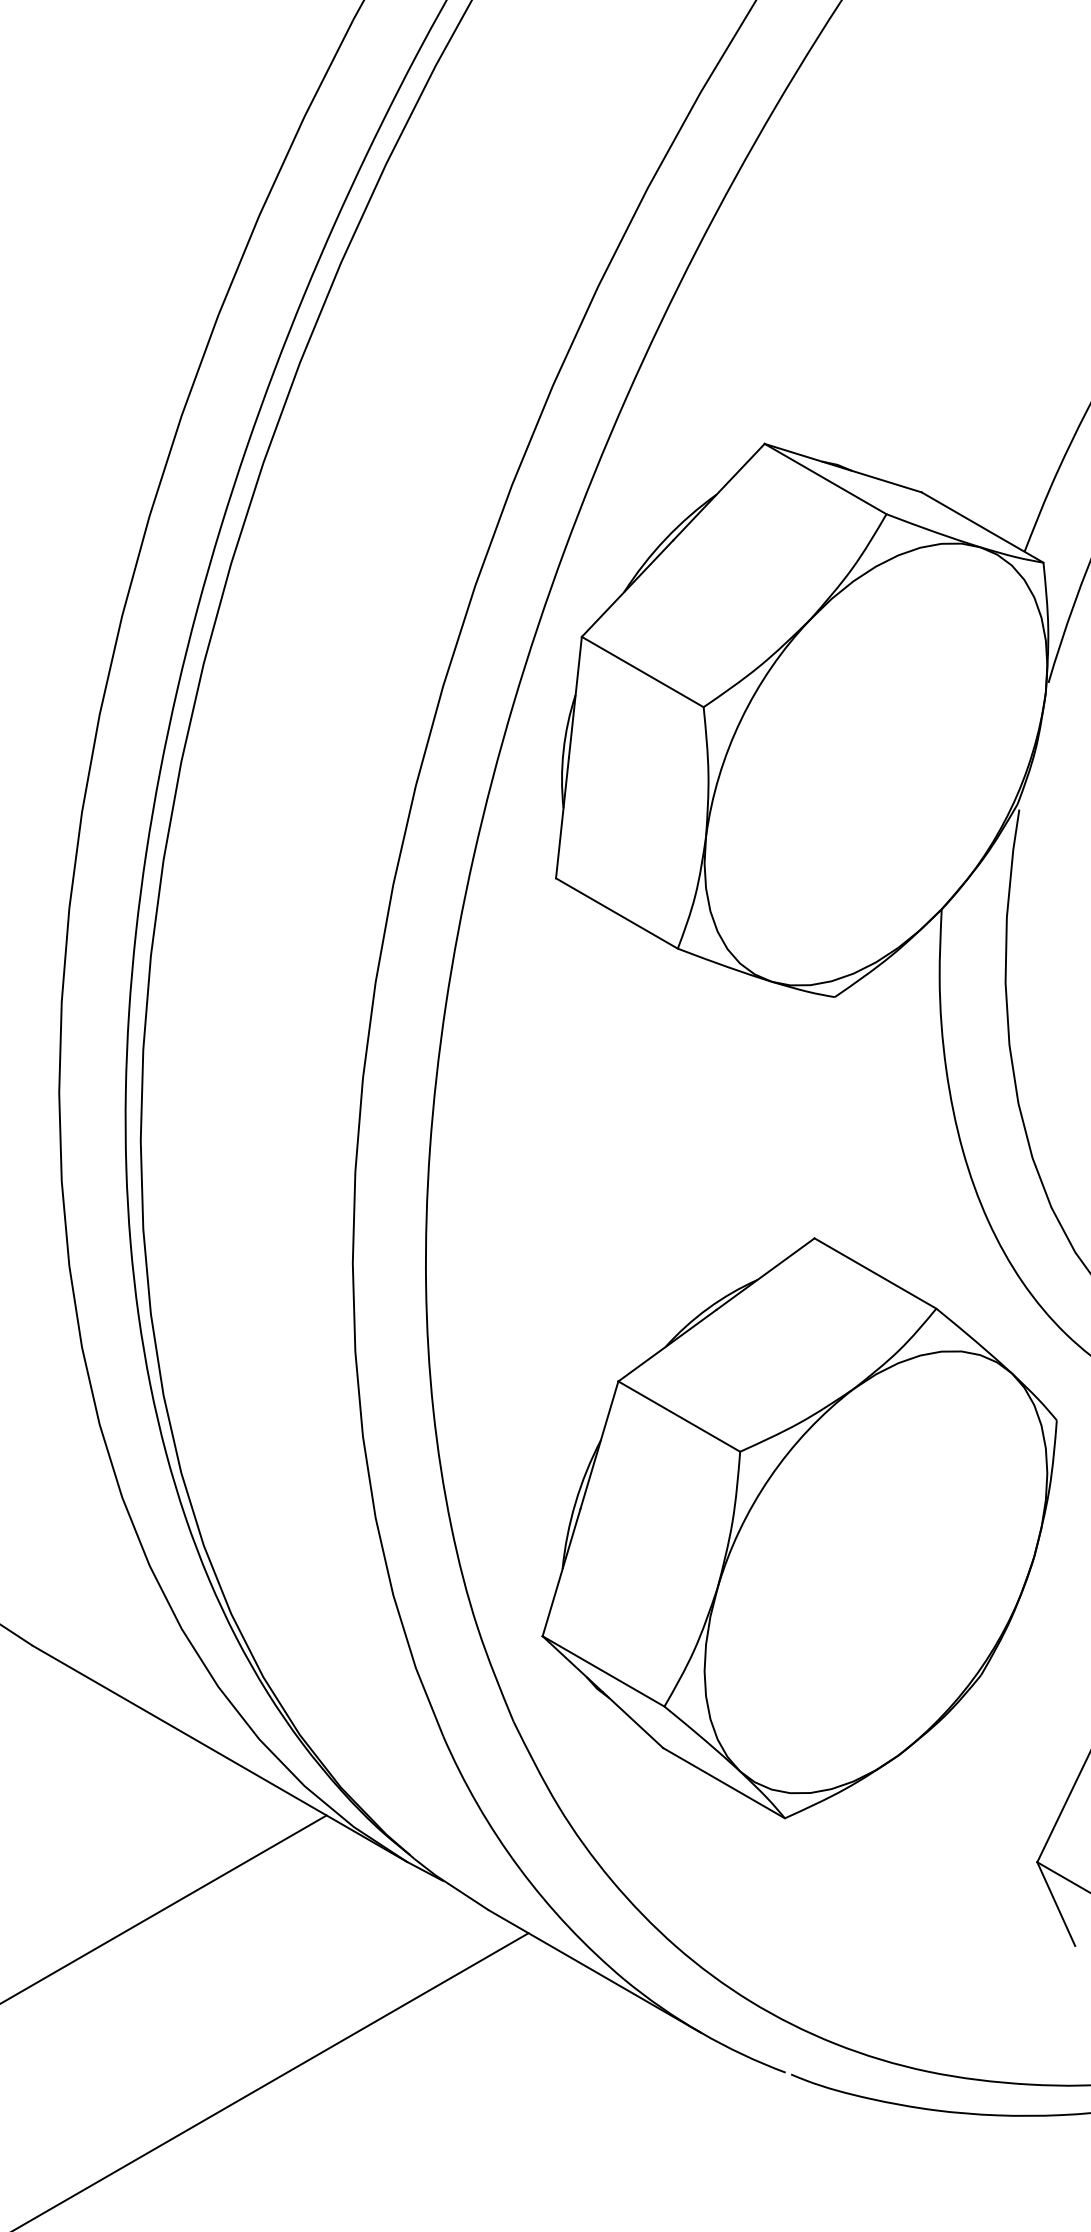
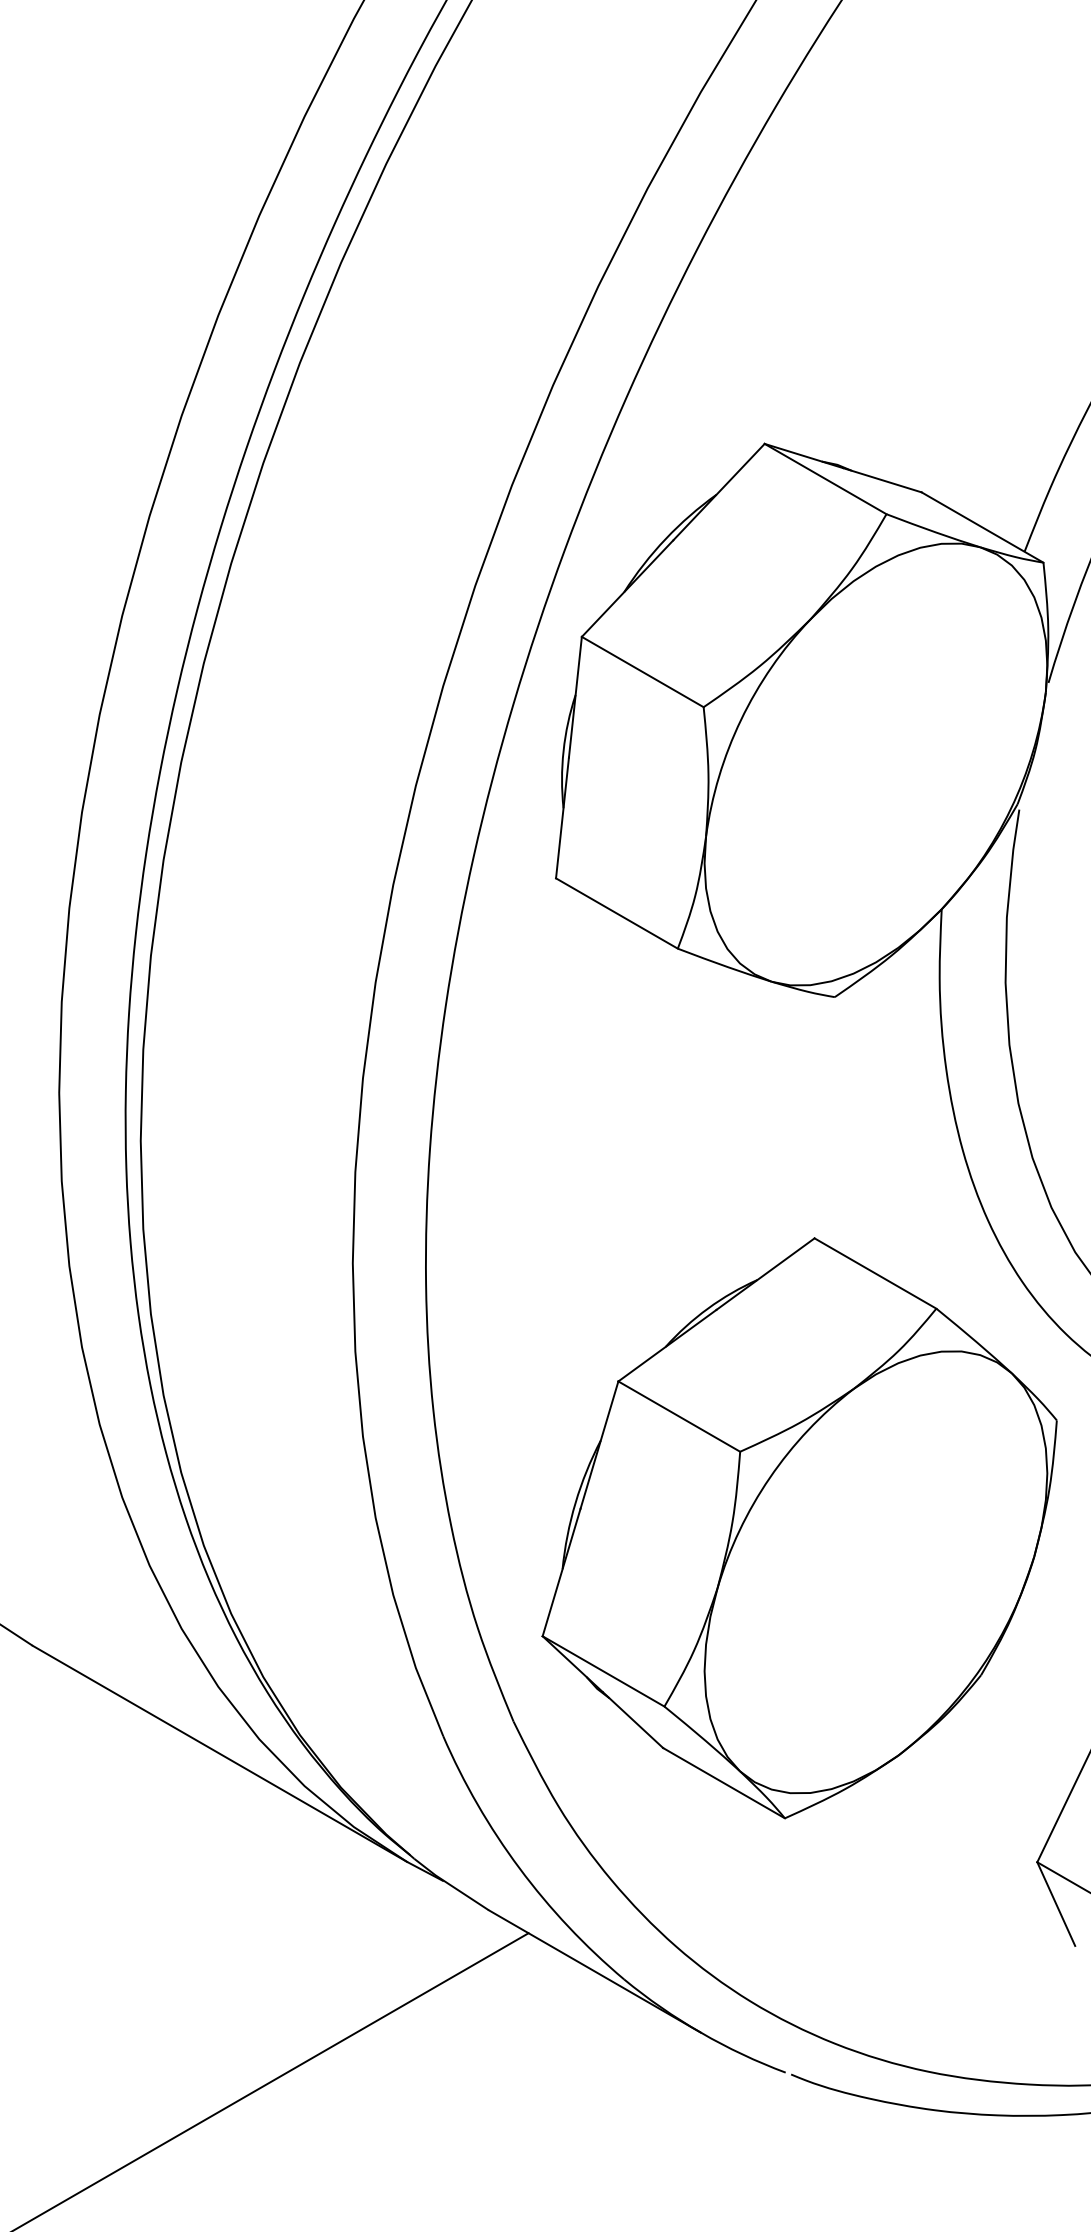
line at (164, 1908): present -> none
